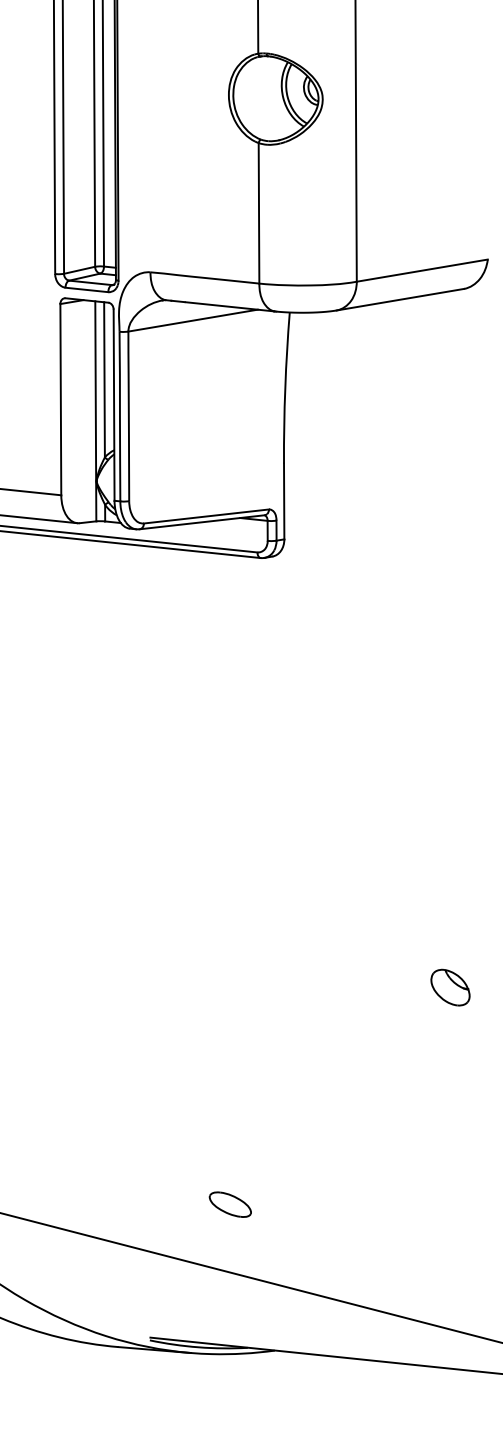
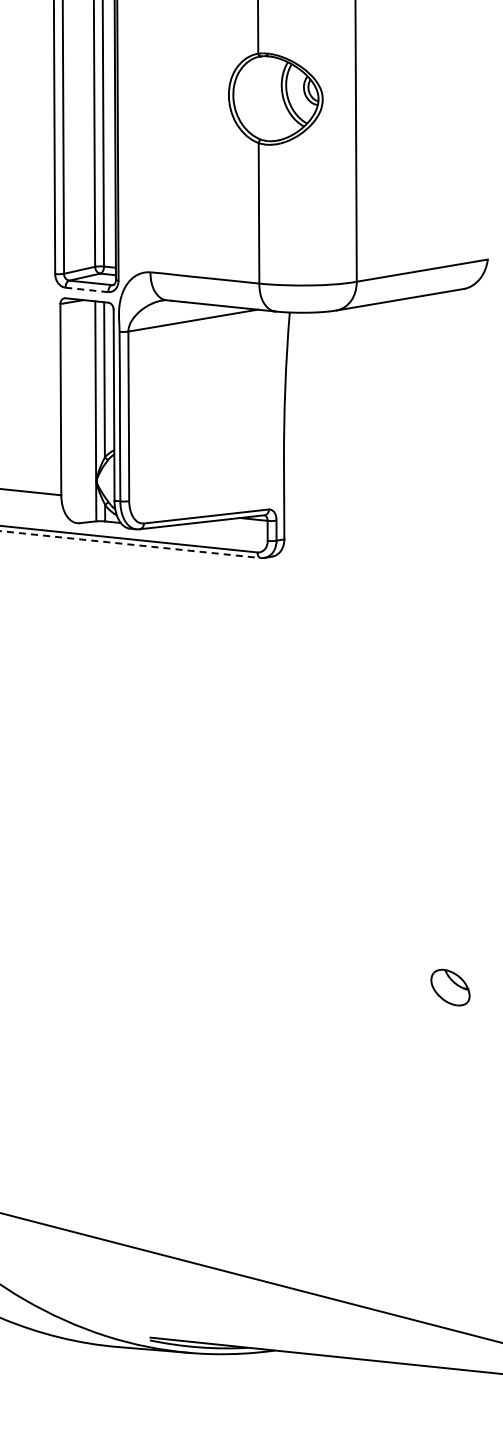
line at (86, 289): solid -> dashed
line at (39, 519): present -> none
line at (130, 544): solid -> dashed
part at (229, 1204): present -> none
